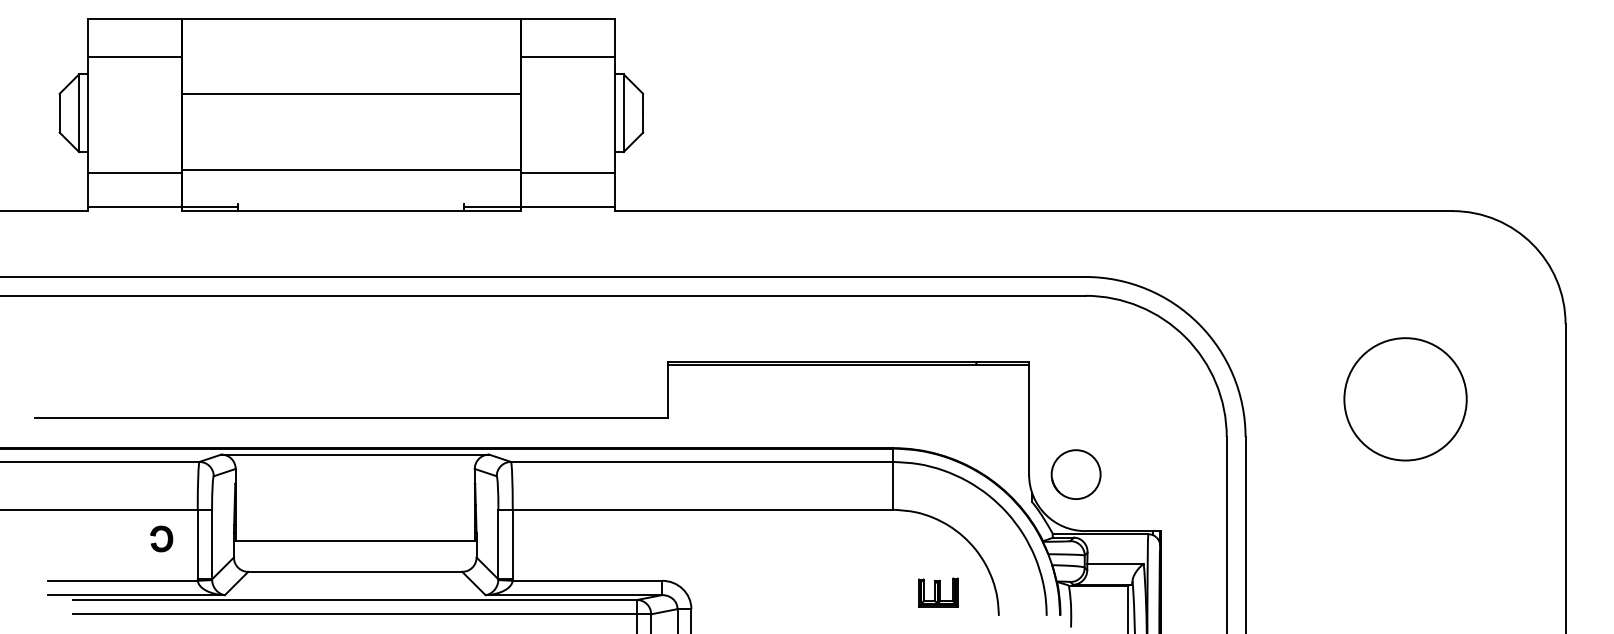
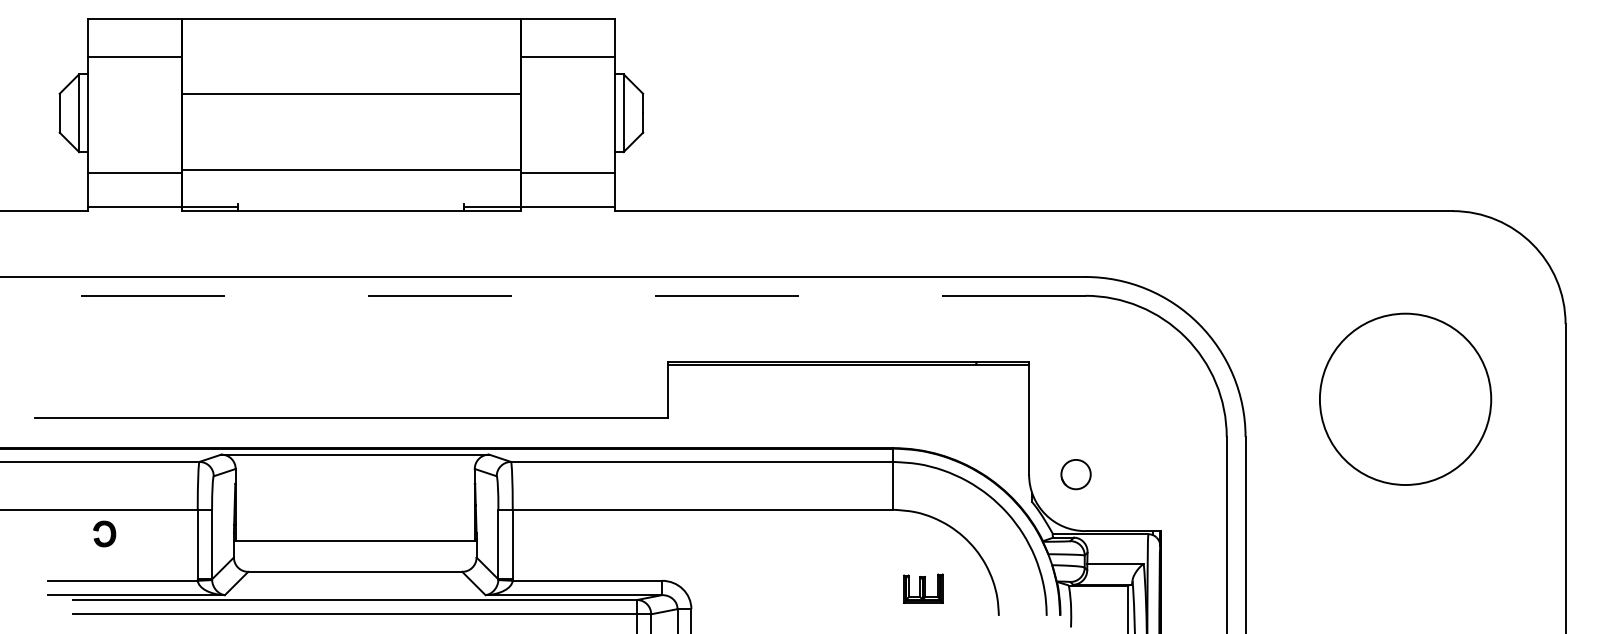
line at (542, 295): solid -> dashed
circle at (1405, 399) diameter: 122 px -> 171 px
part at (1075, 474) size: 52x51 px -> 32x32 px
part at (167, 537) position: (167, 537) -> (110, 532)
part at (938, 592) position: (938, 592) -> (923, 588)
